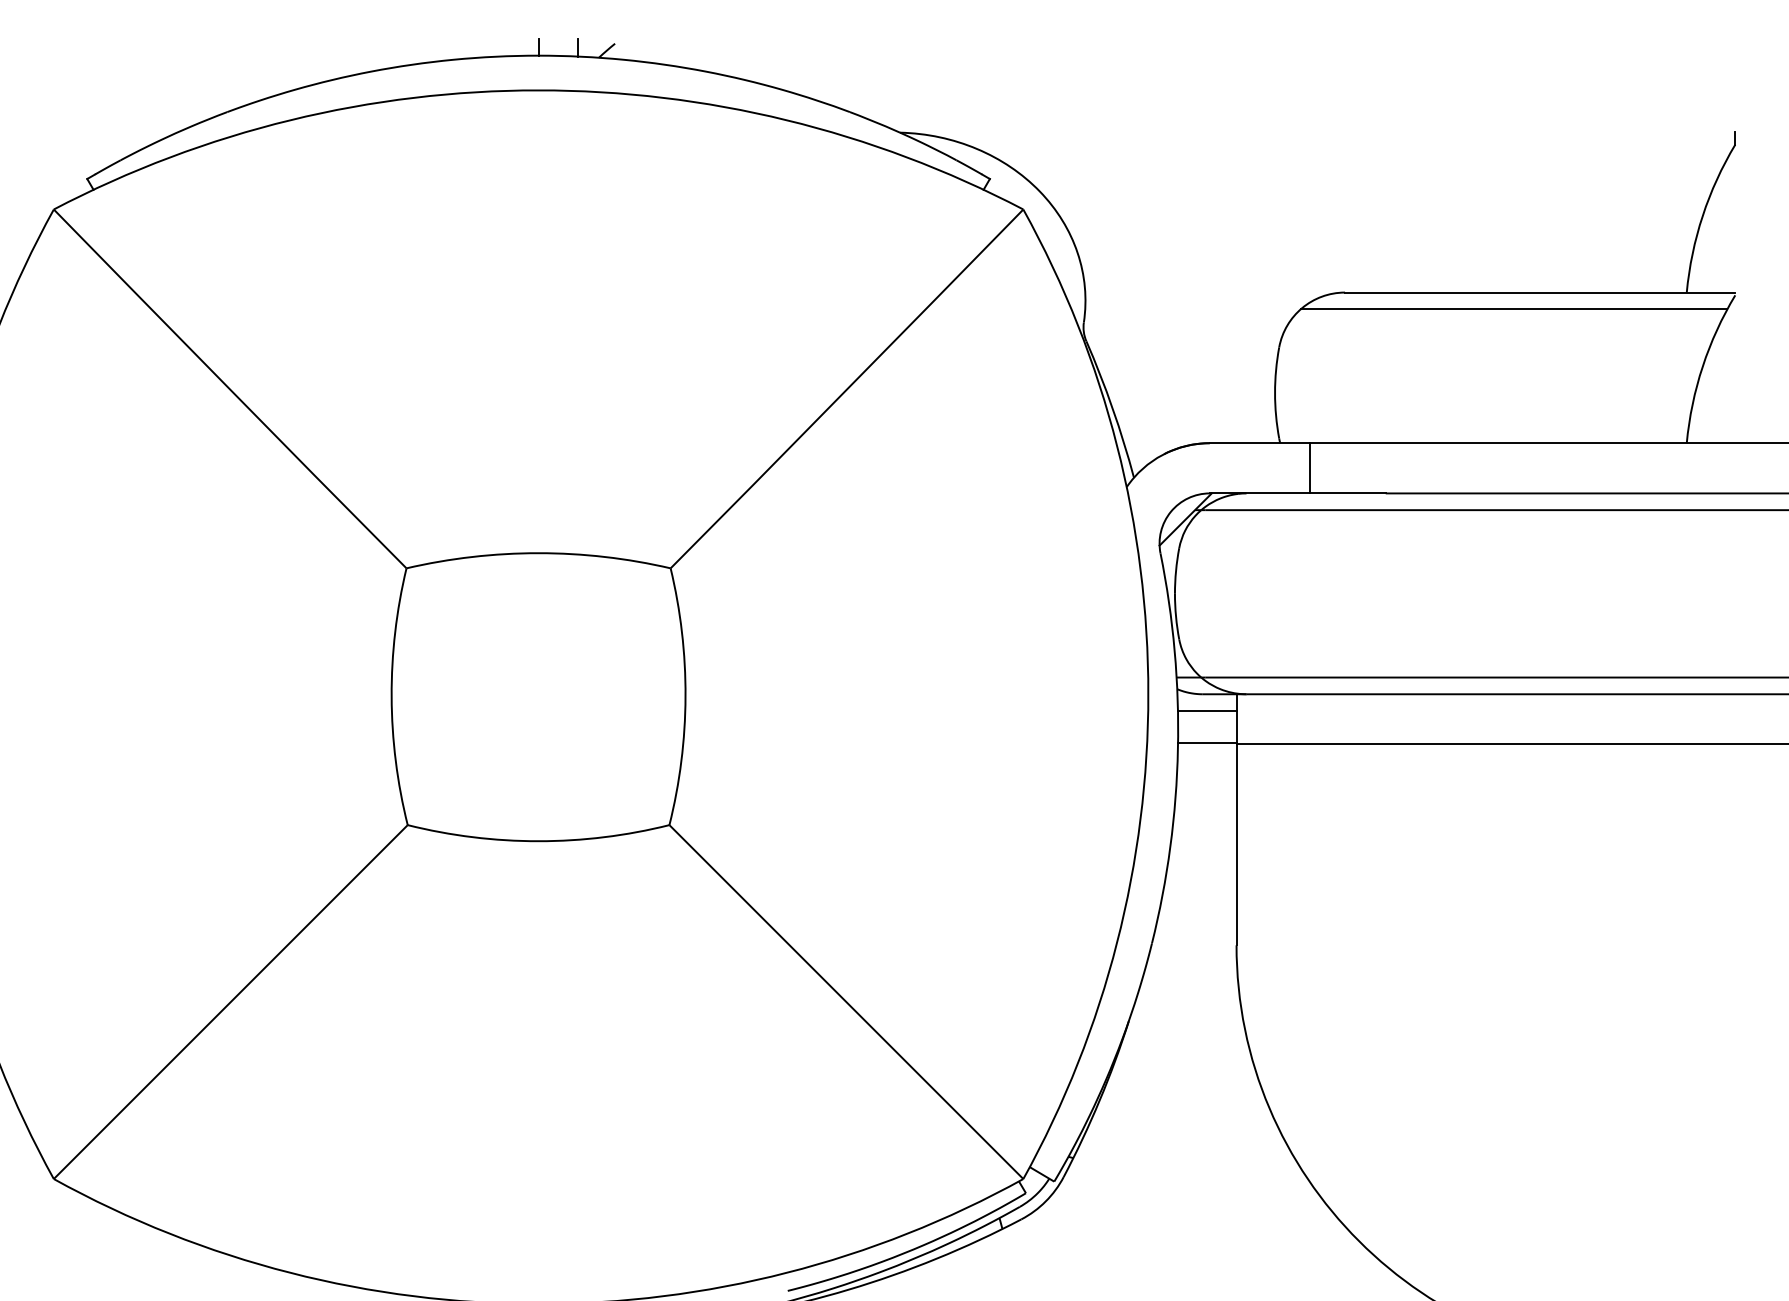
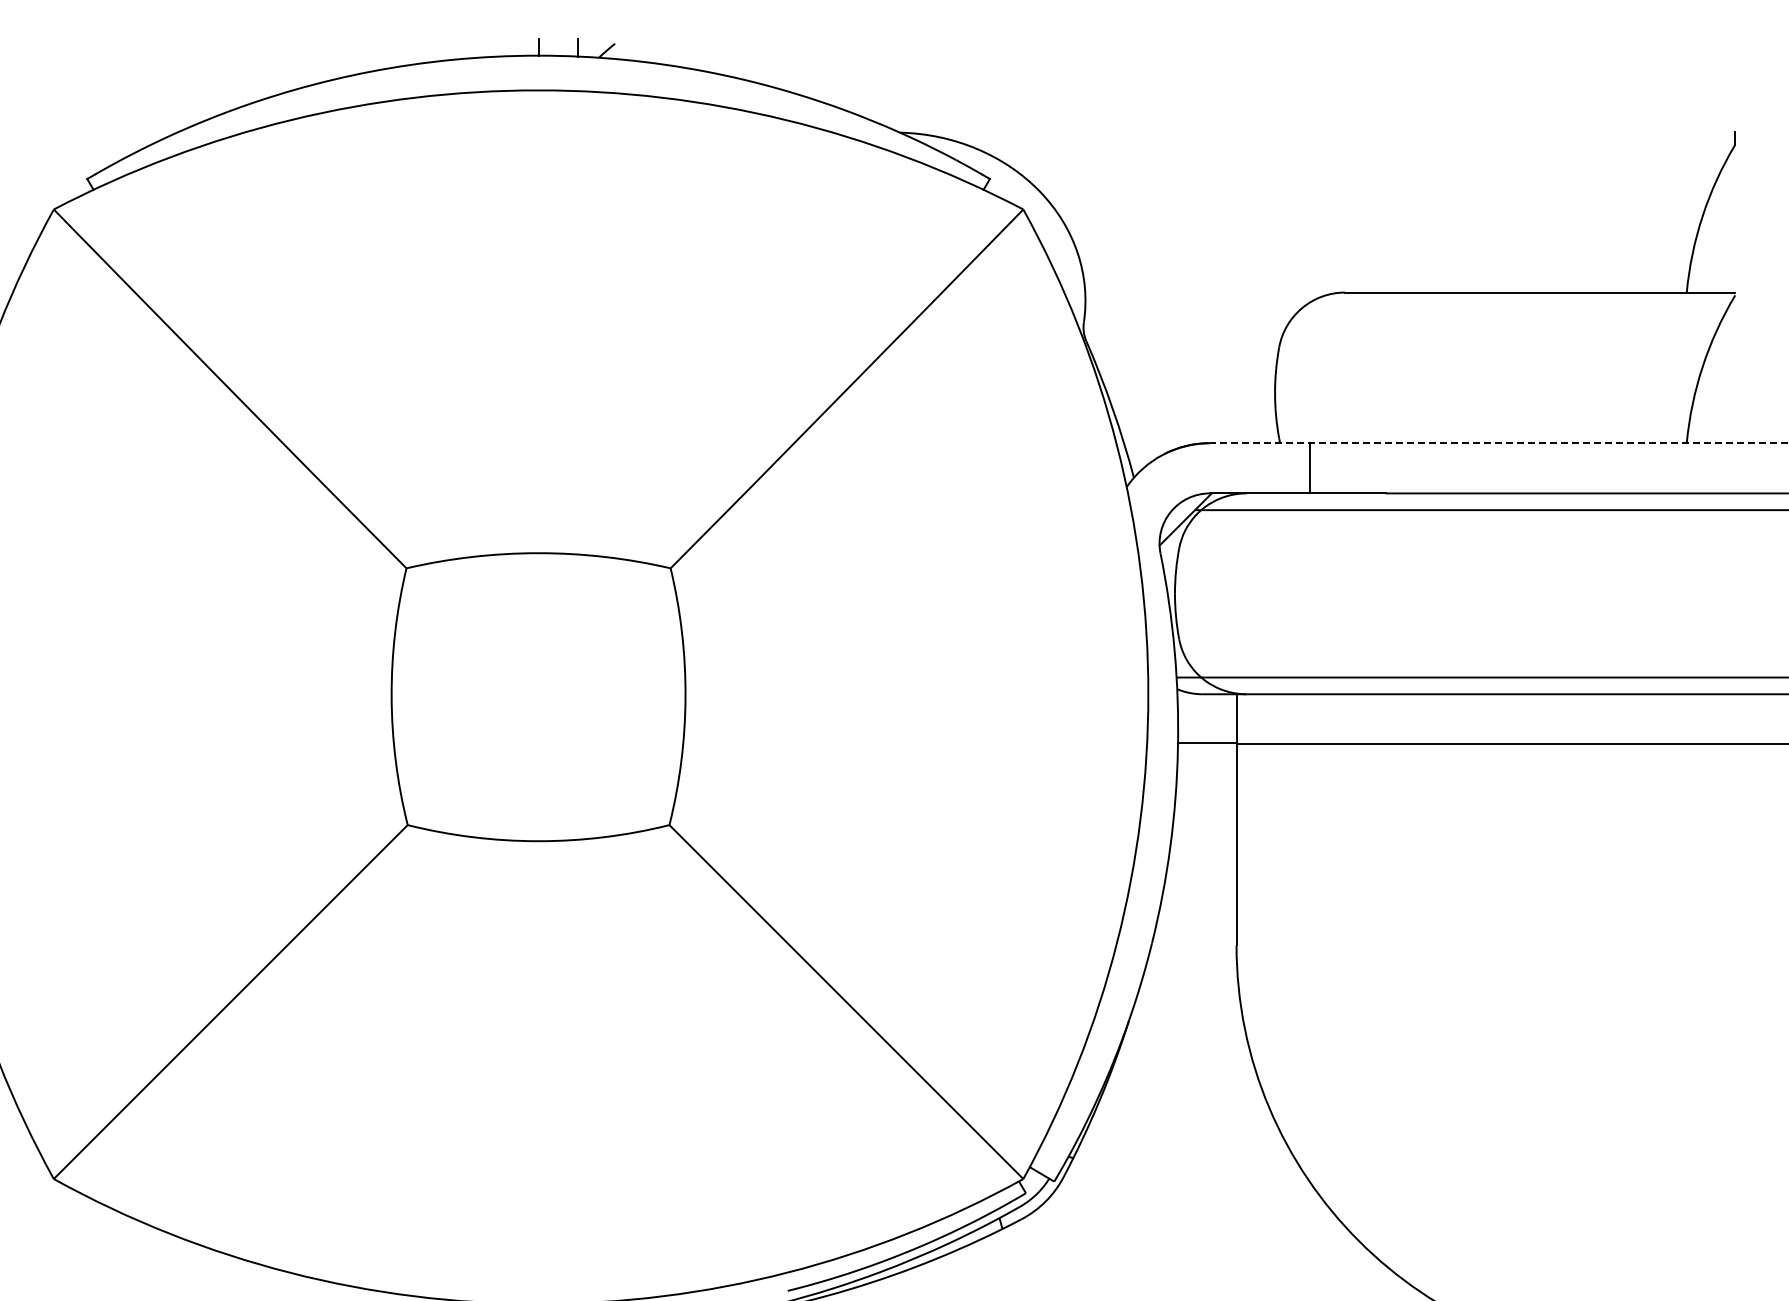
line at (1513, 309): present -> none
line at (1498, 443): solid -> dashed
line at (1206, 711): present -> none
